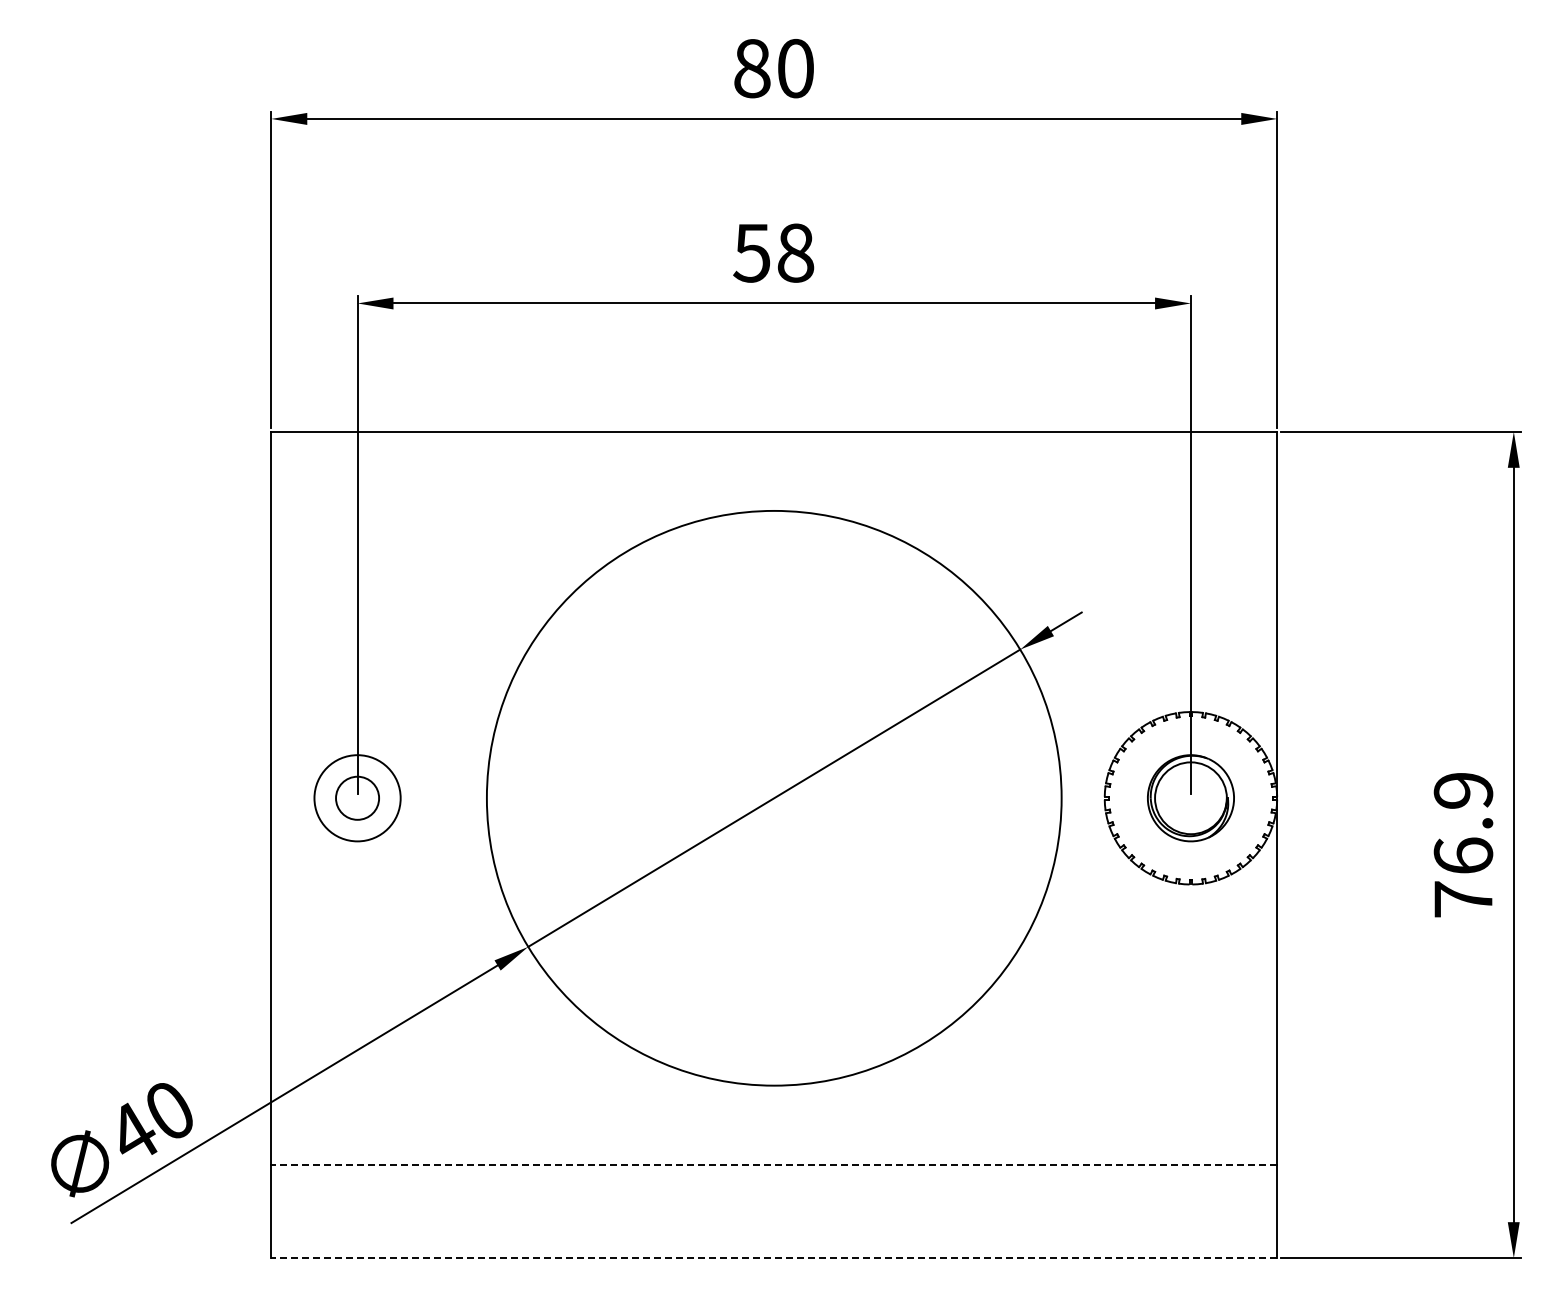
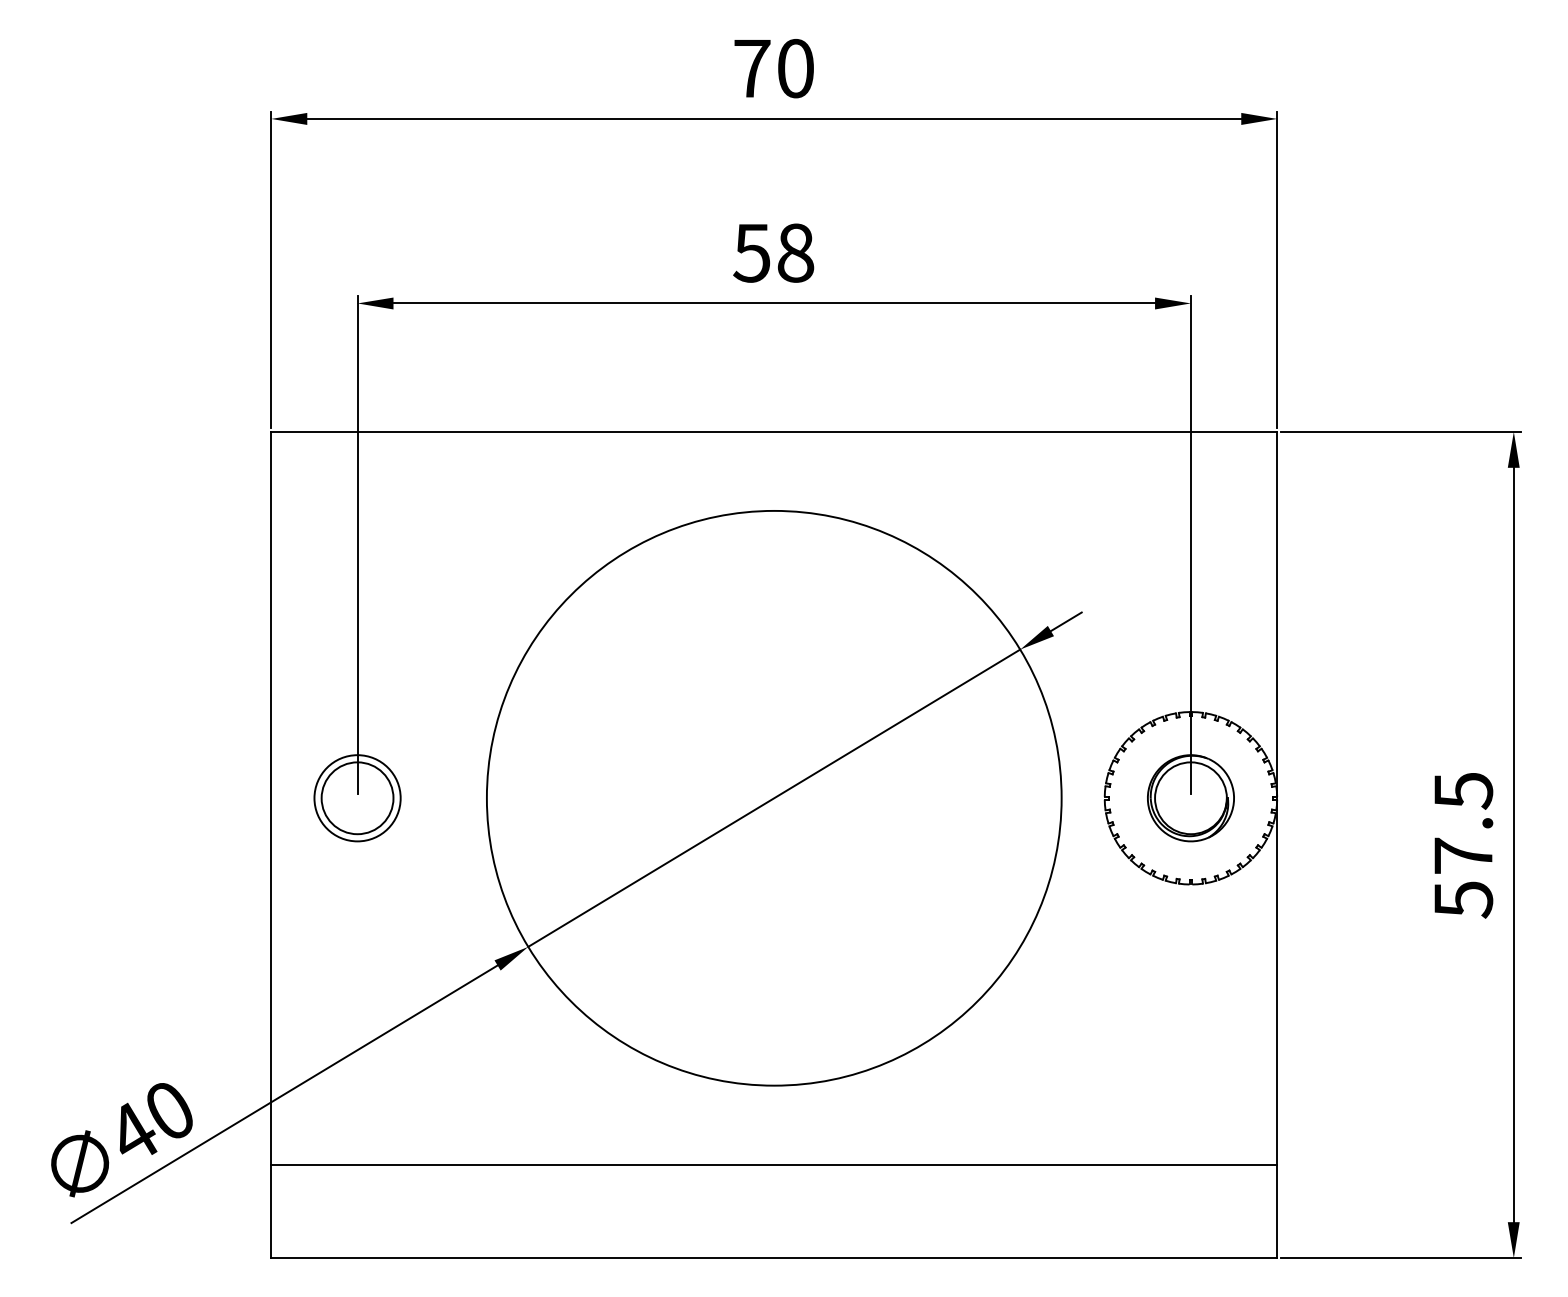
text at (752, 68): 80 -> 70
circle at (357, 797) diameter: 43 px -> 72 px
text at (1463, 845): 76.9 -> 57.5
line at (774, 1164): dashed -> solid
line at (774, 1258): dashed -> solid
